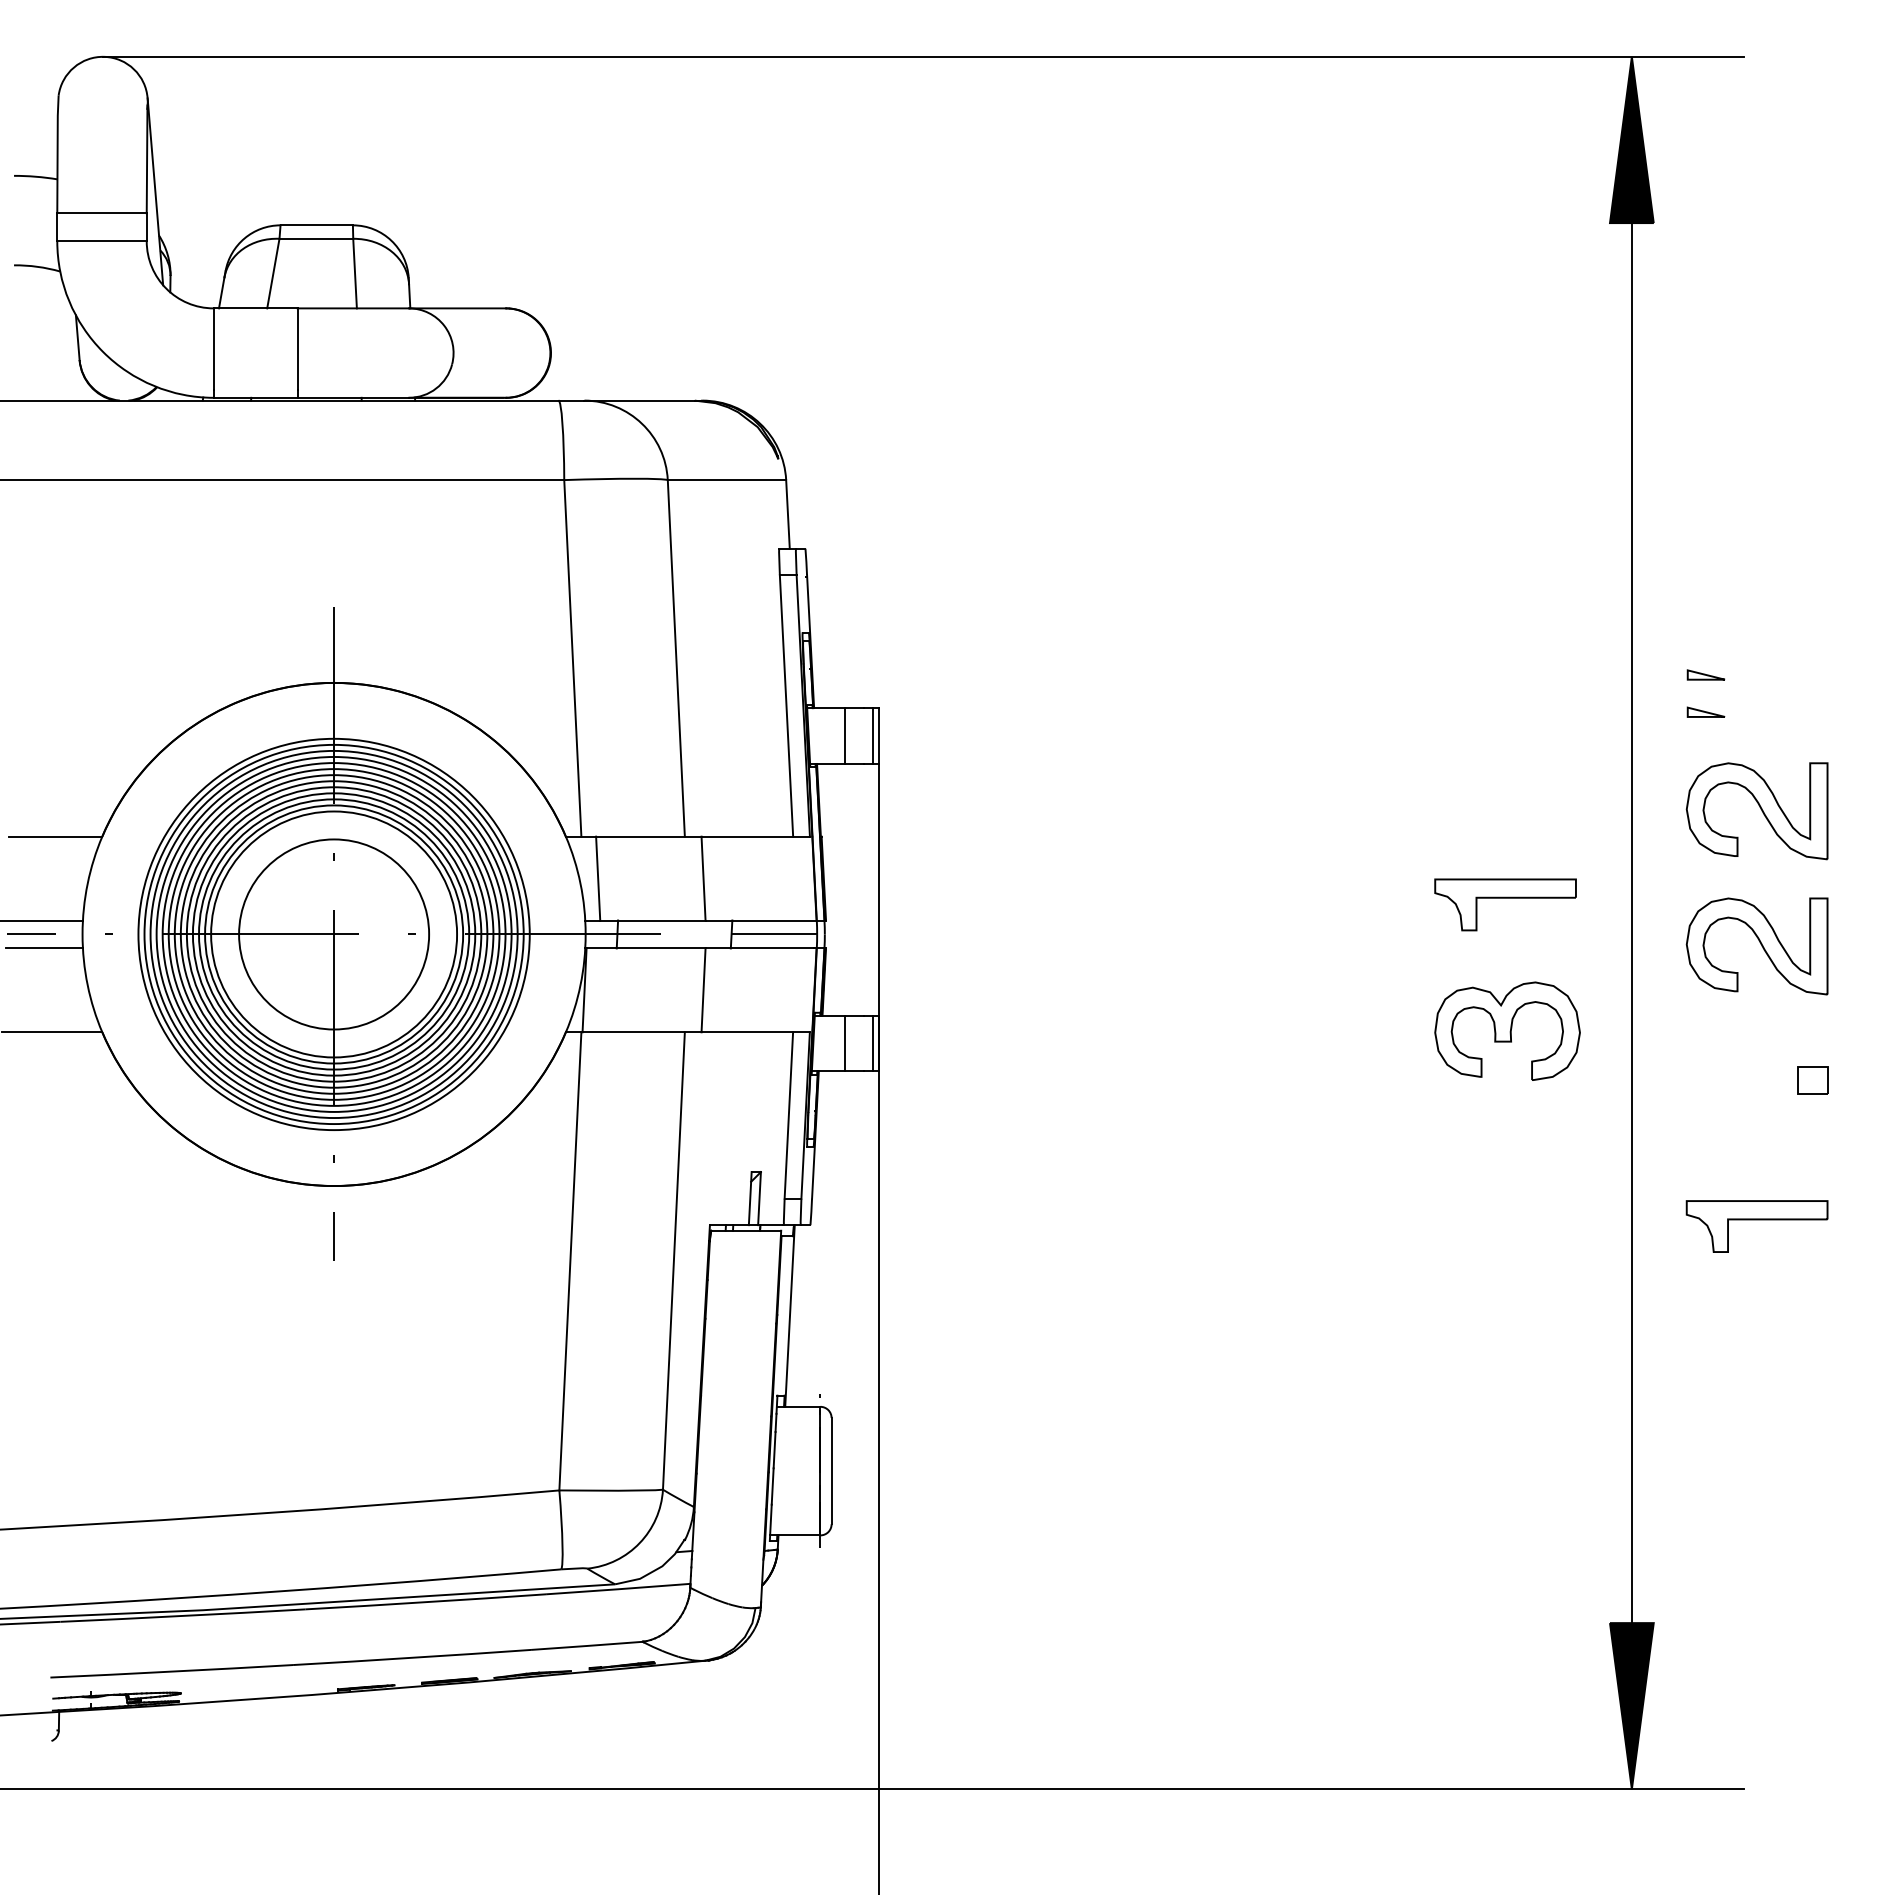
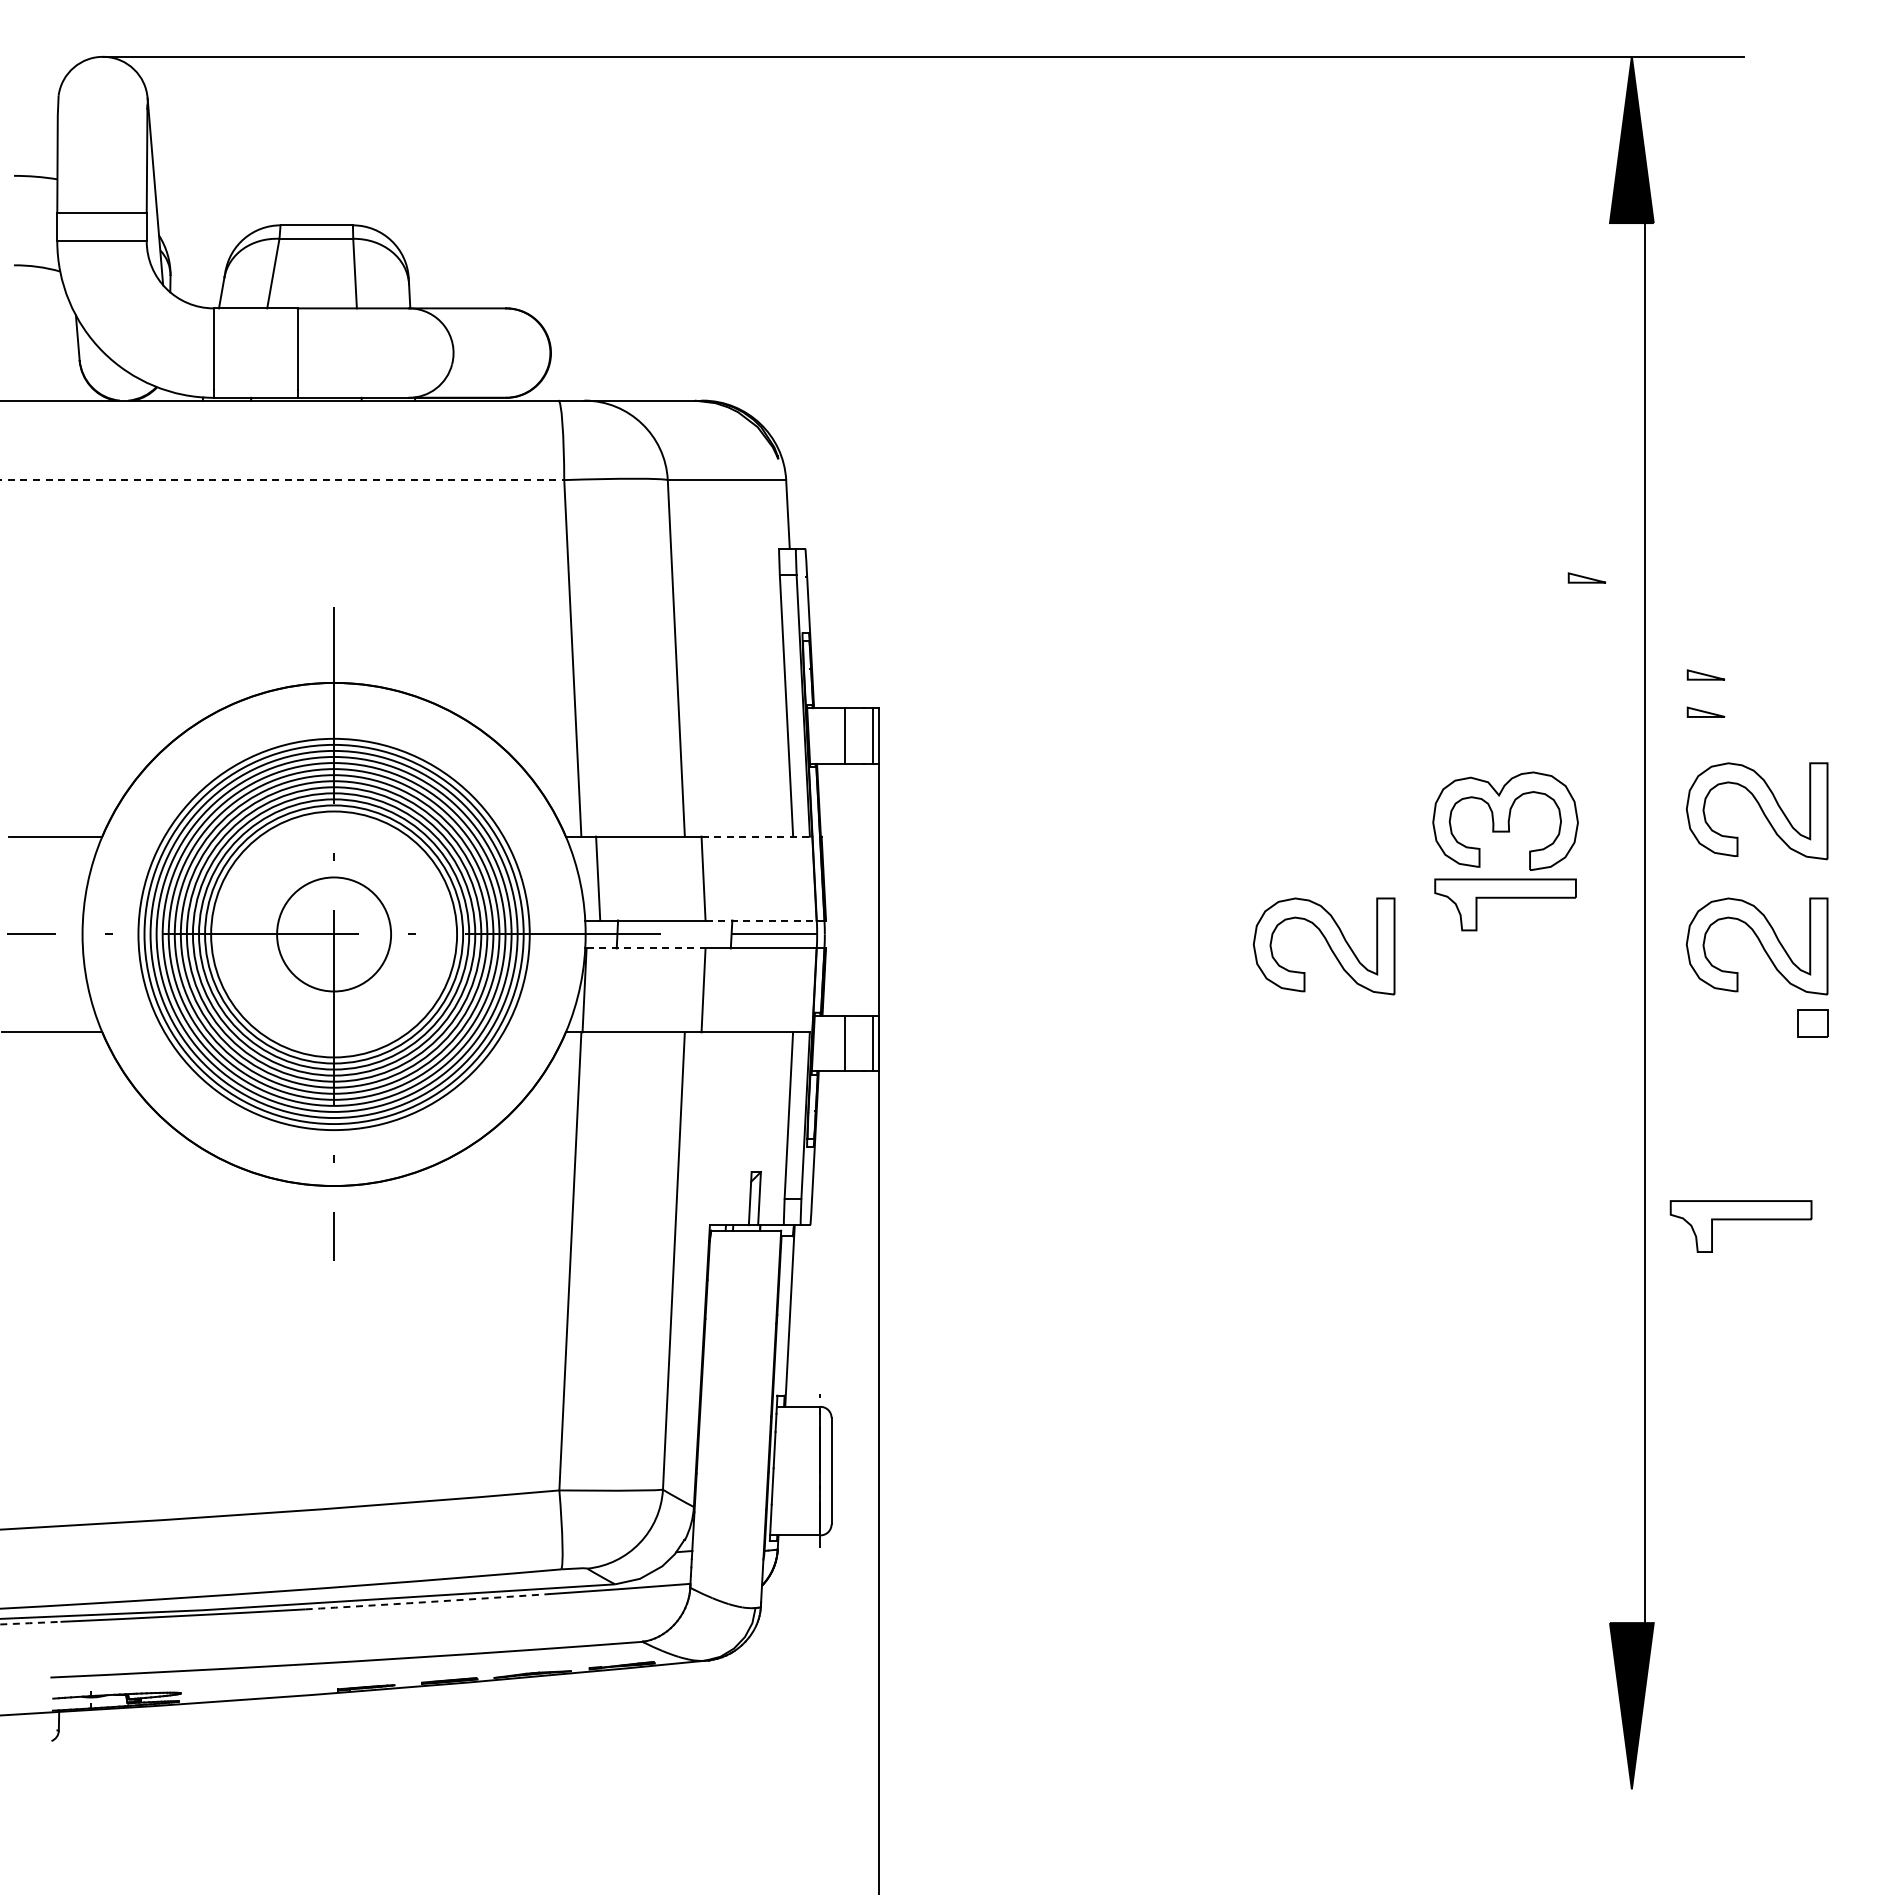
line at (282, 480): solid -> dashed
part at (1586, 577): none -> present
line at (756, 836): solid -> dashed
line at (42, 920): present -> none
line at (761, 920): solid -> dashed
line at (1631, 923) position: (1631, 923) -> (1644, 923)
circle at (334, 934) diameter: 190 px -> 114 px
part at (1323, 946): none -> present
line at (43, 948): present -> none
line at (646, 948): solid -> dashed
part at (1507, 1030) position: (1507, 1030) -> (1505, 820)
part at (1812, 1080) position: (1812, 1080) -> (1812, 1023)
part at (1756, 1226) position: (1756, 1226) -> (1740, 1226)
arc at (425, 1602): solid -> dashed
arc at (30, 1623): solid -> dashed
line at (872, 1789): present -> none
